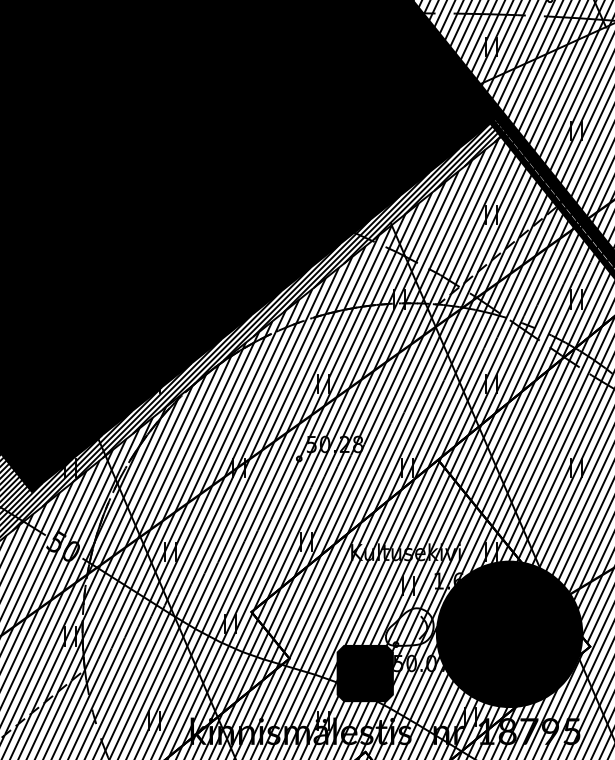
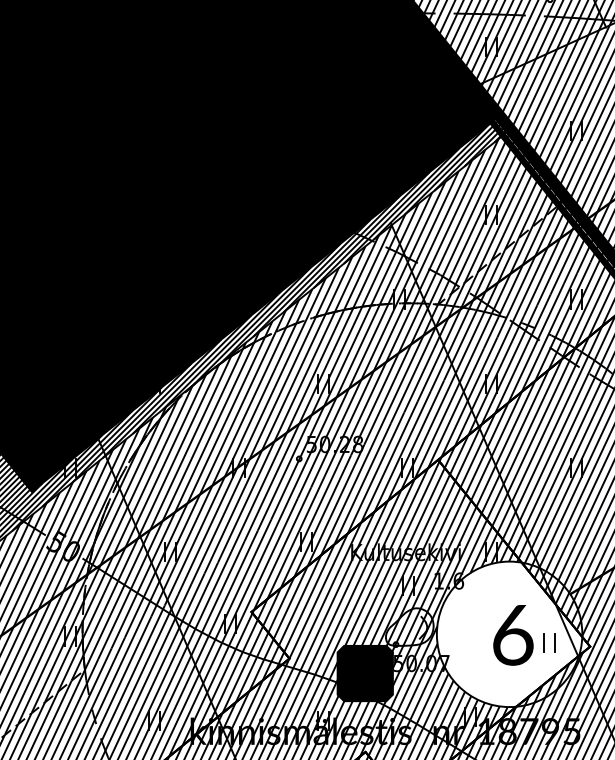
fill at (509, 634): present -> none
